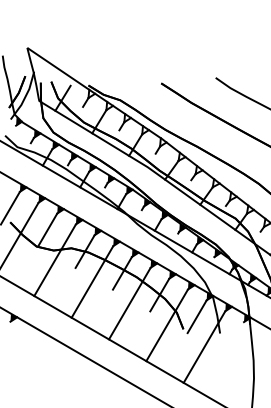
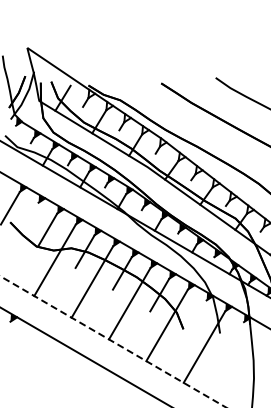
line at (20, 233): present -> none
line at (196, 316): present -> none
line at (113, 342): solid -> dashed
